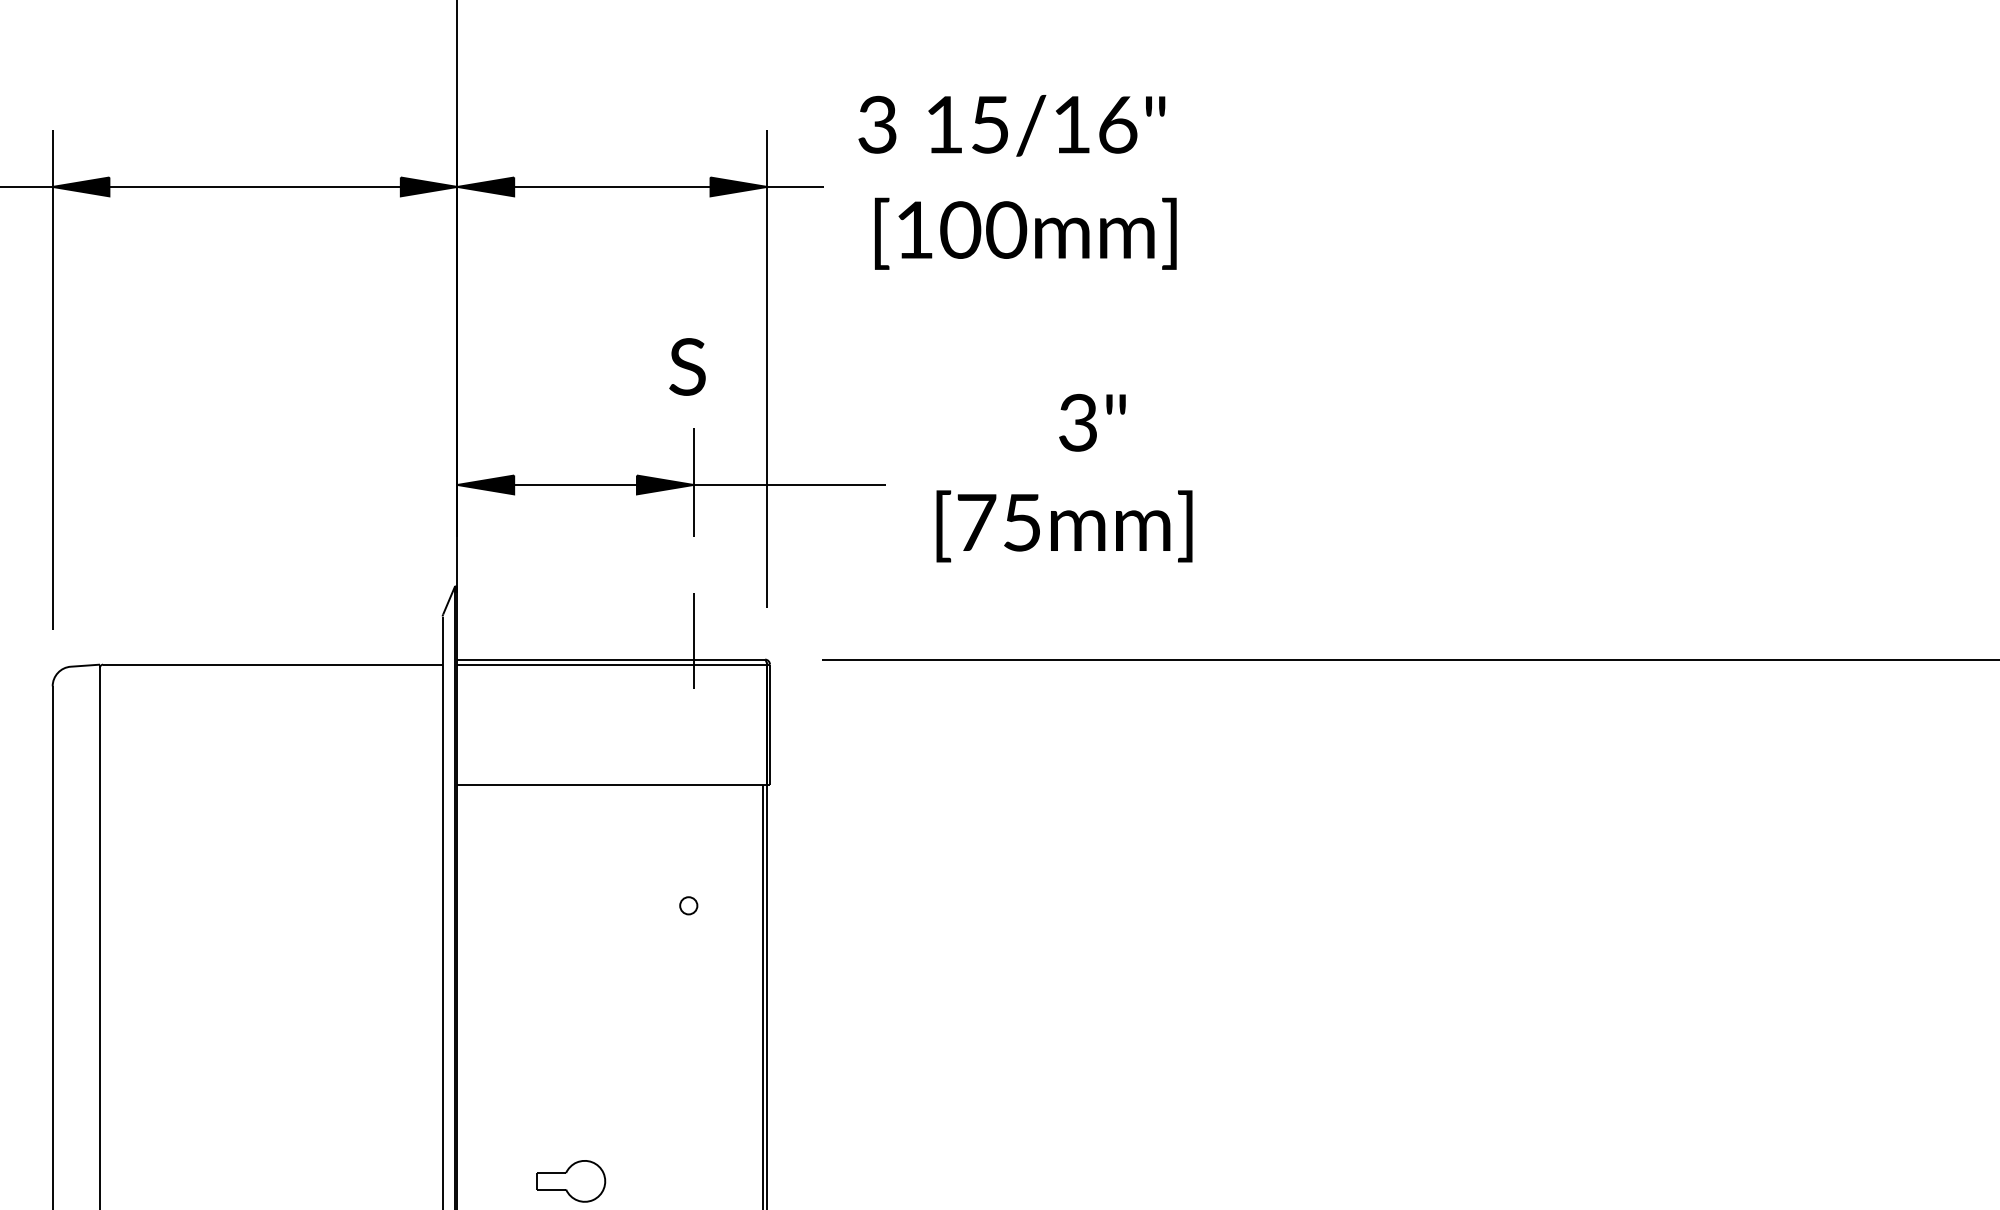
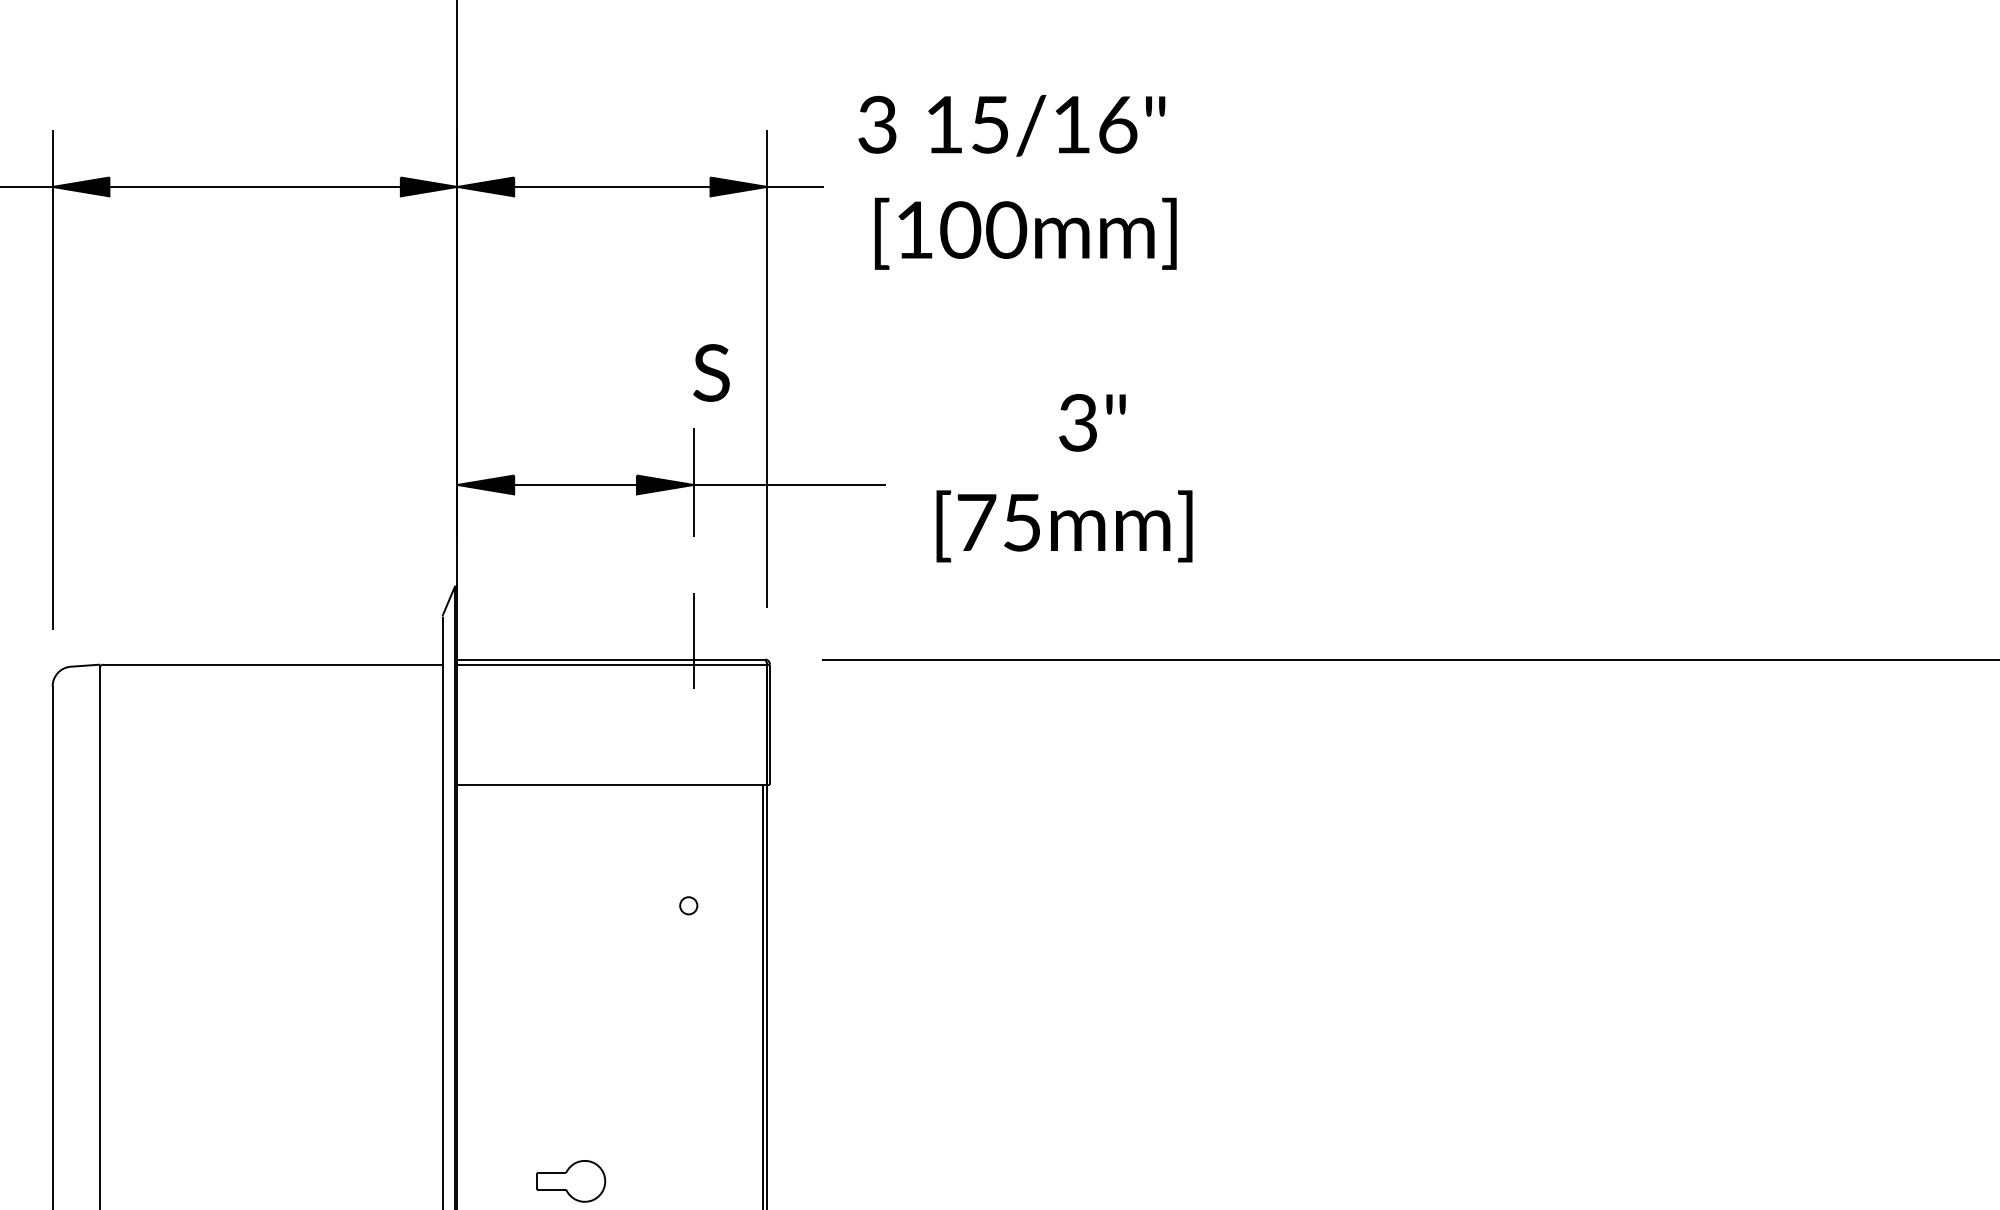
text at (687, 366) position: (687, 366) -> (711, 372)
